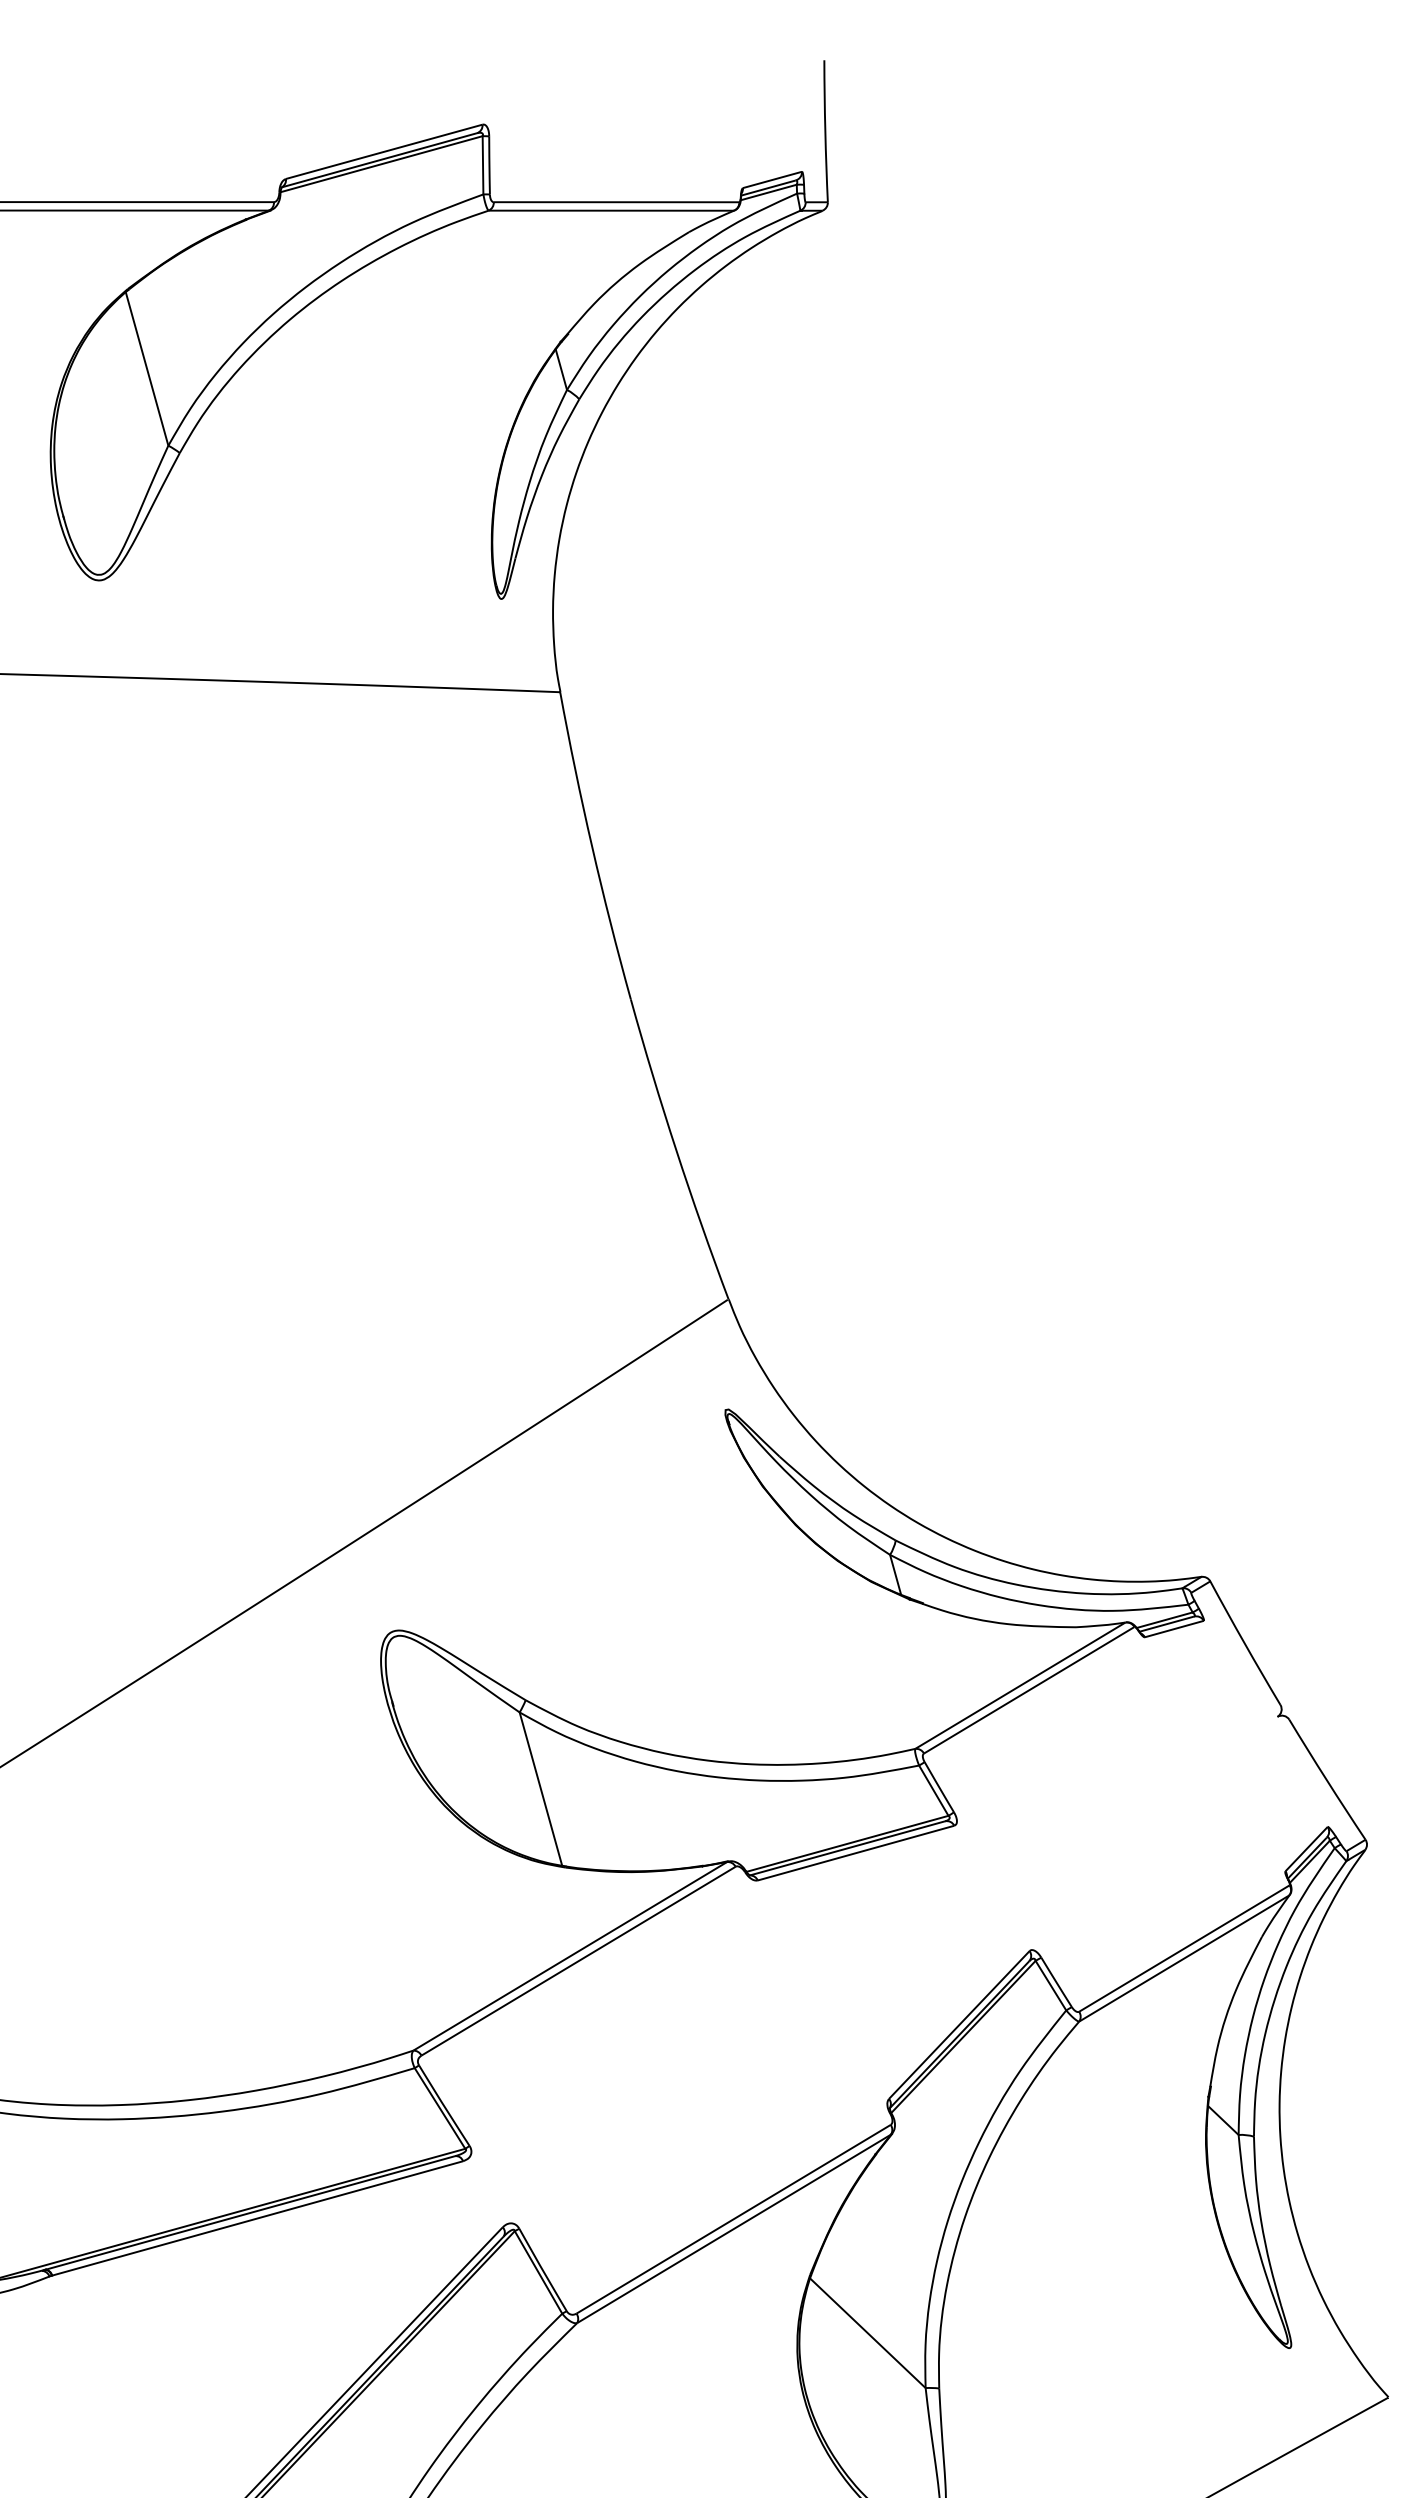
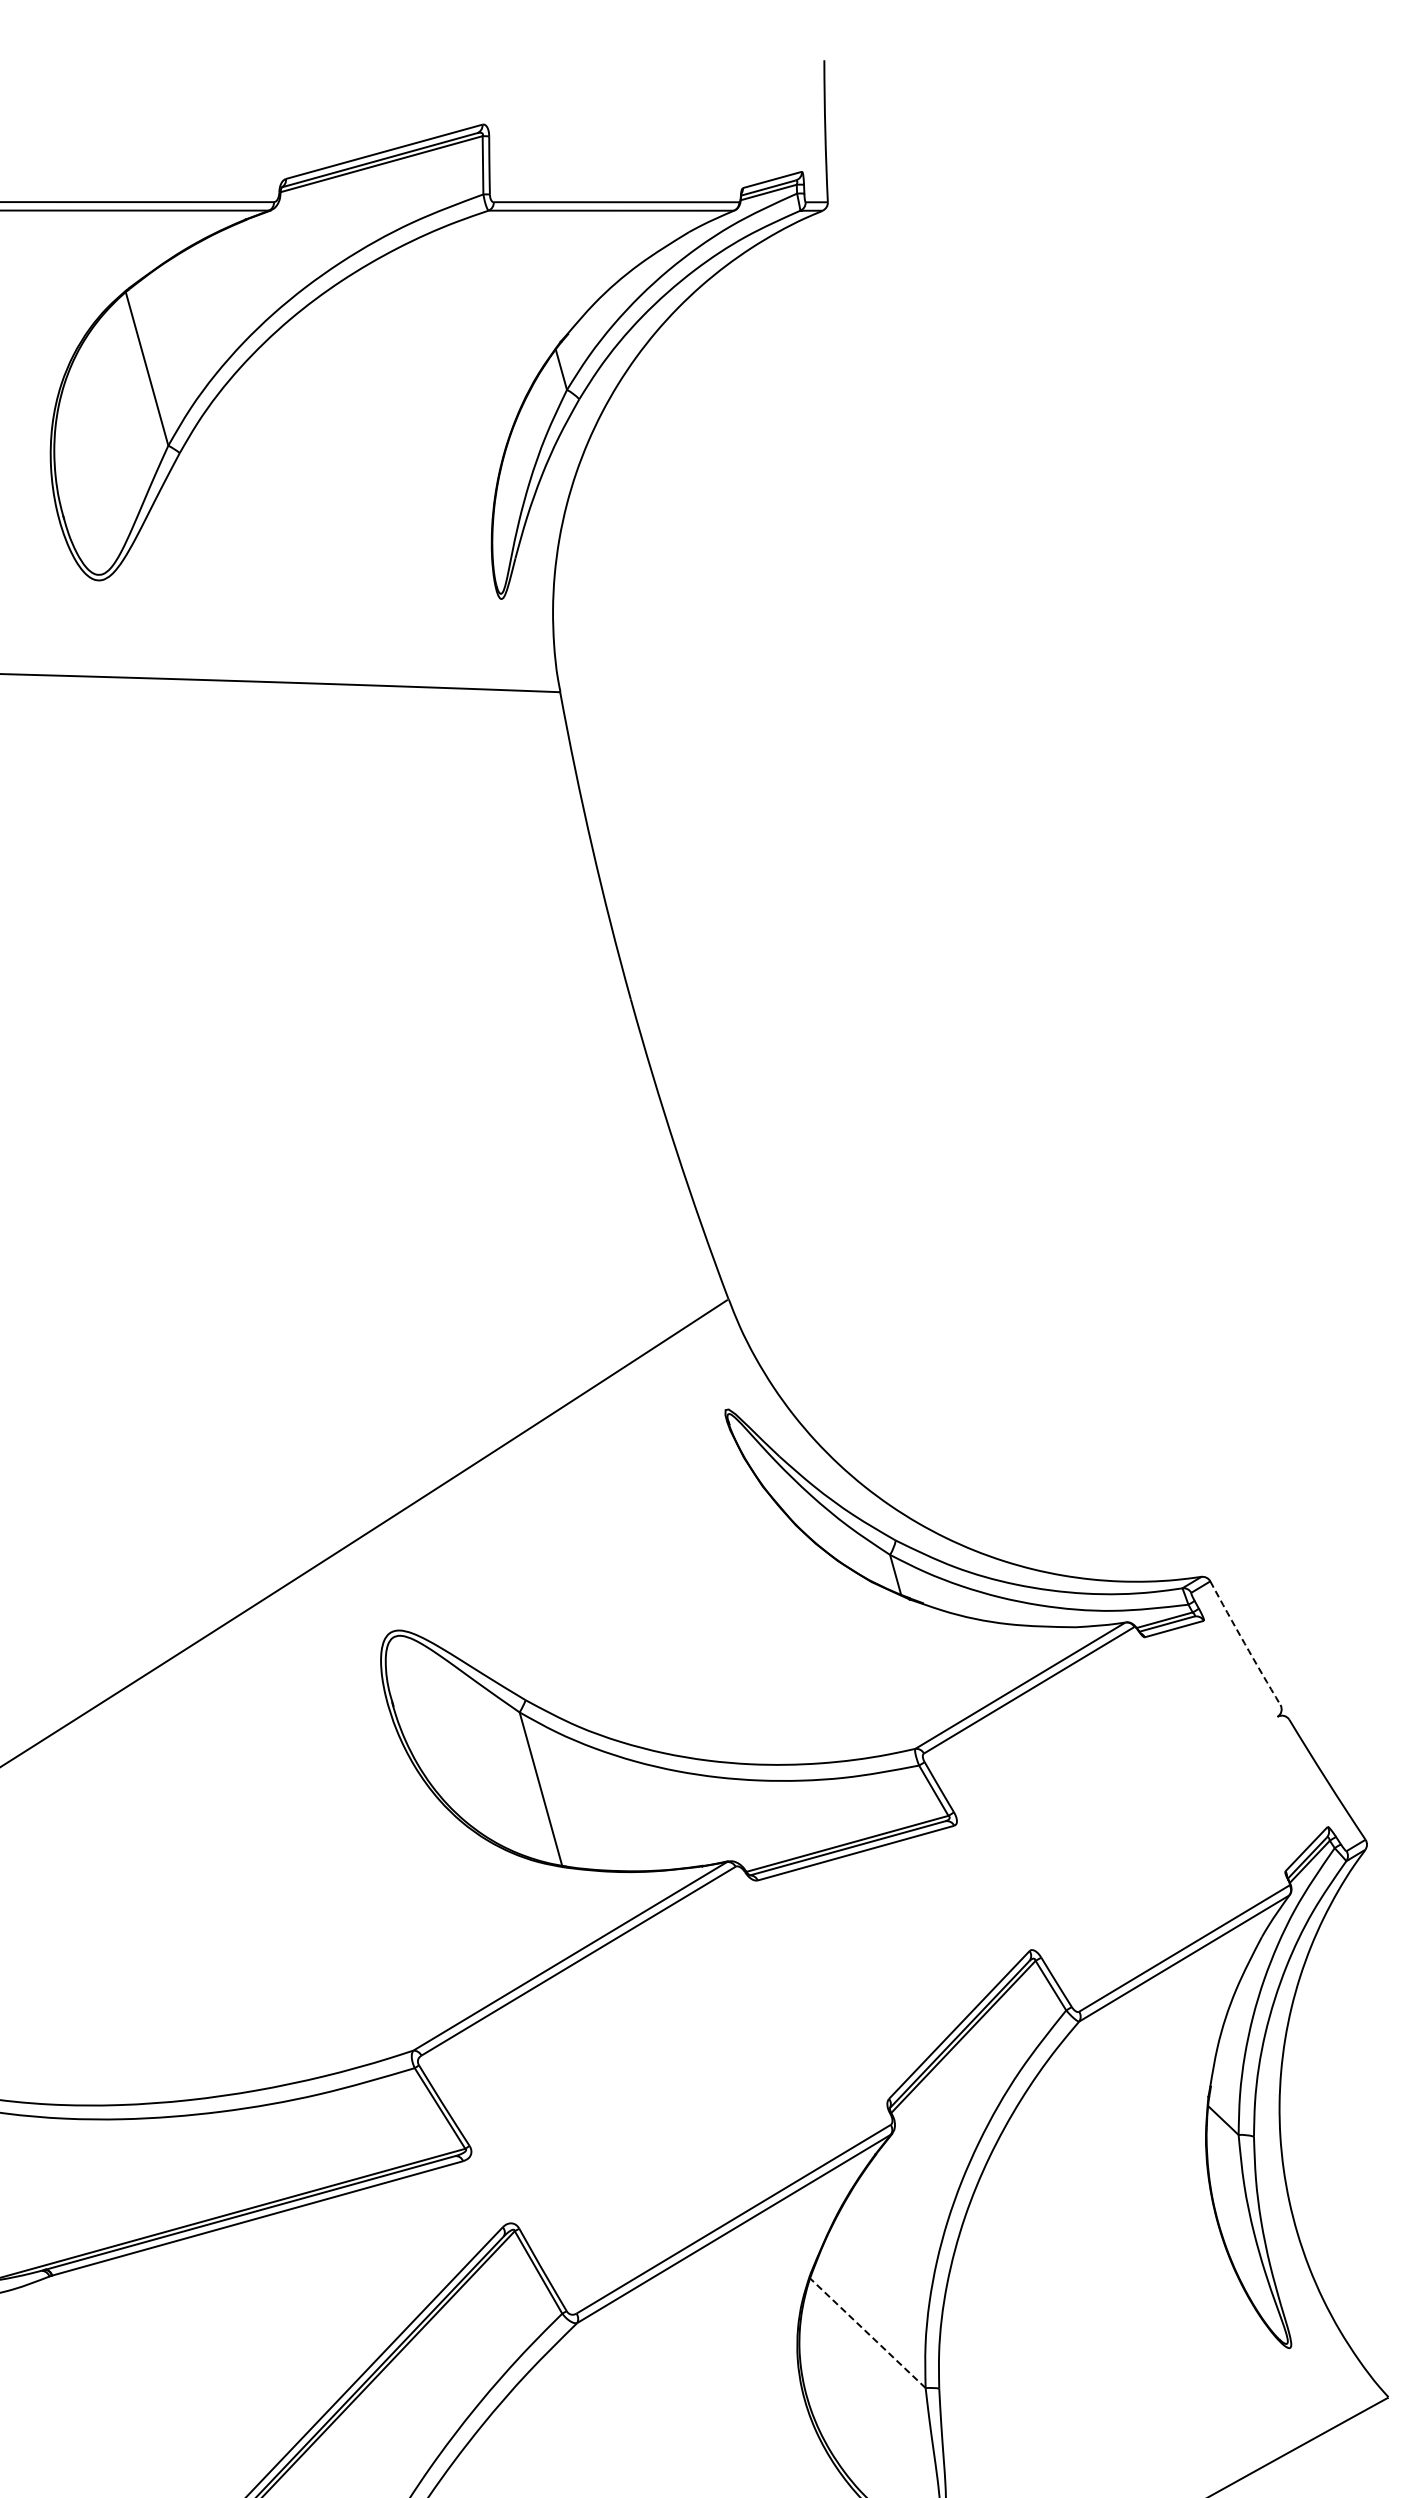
arc at (1244, 1643): solid -> dashed
line at (867, 2333): solid -> dashed
